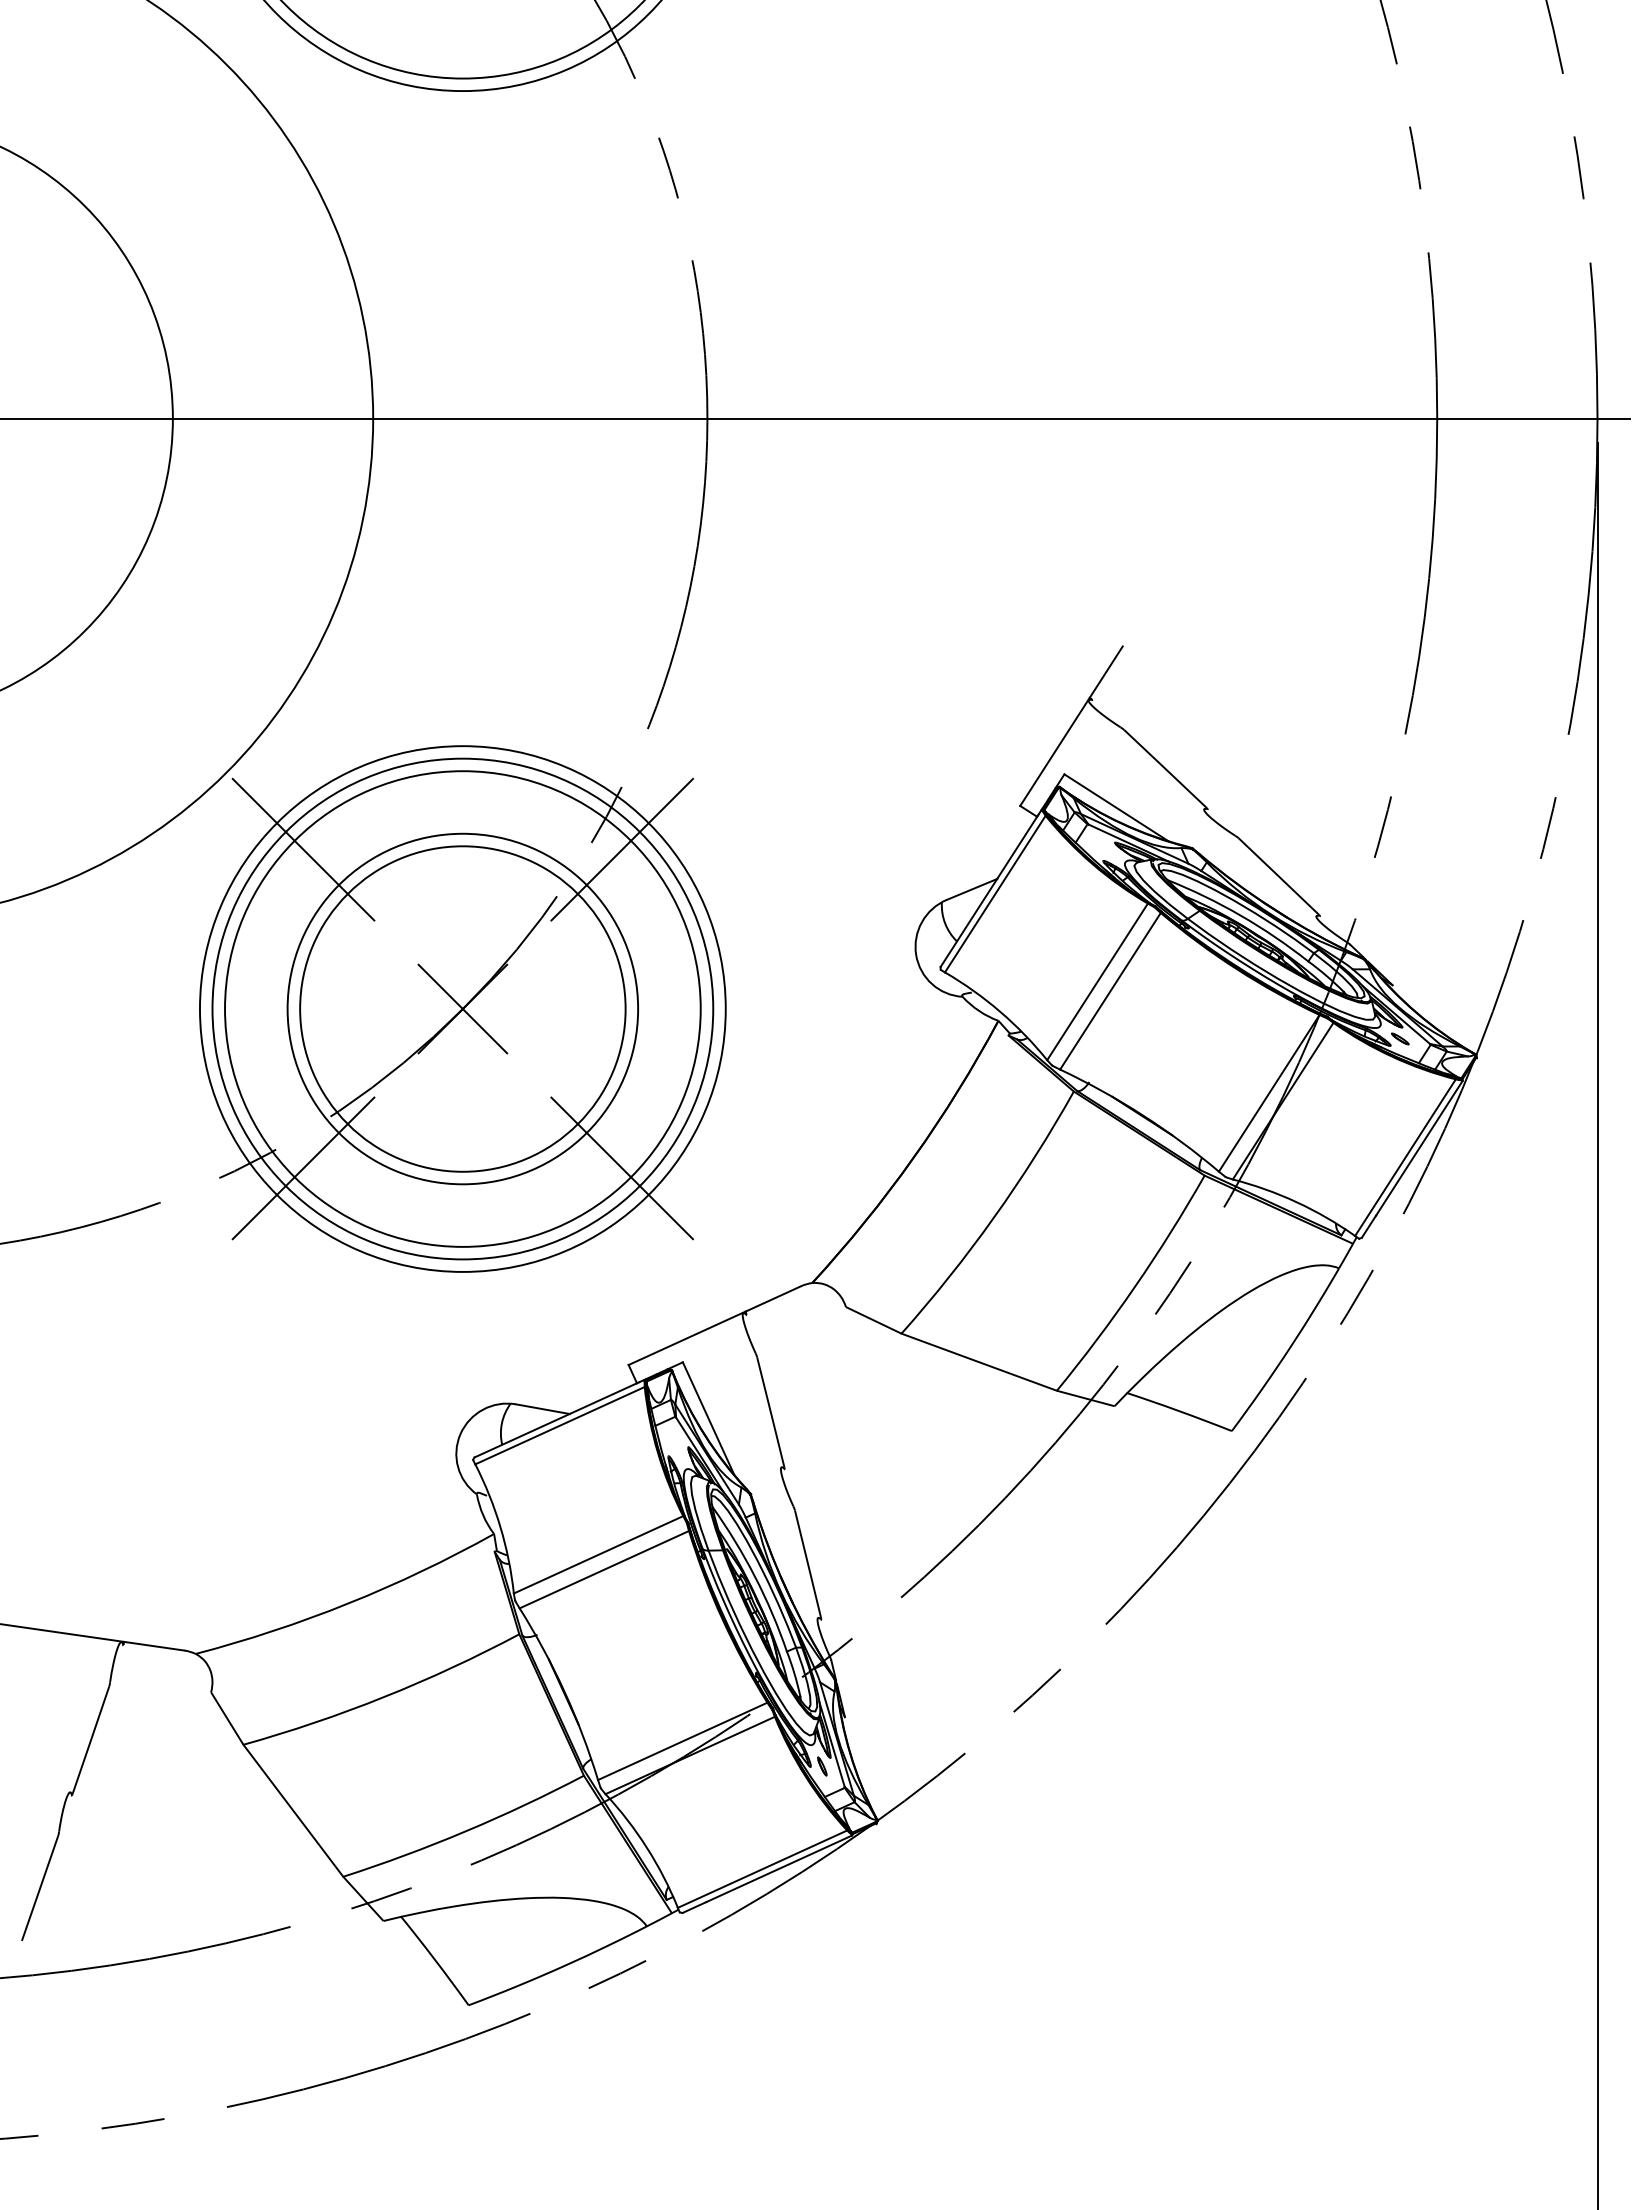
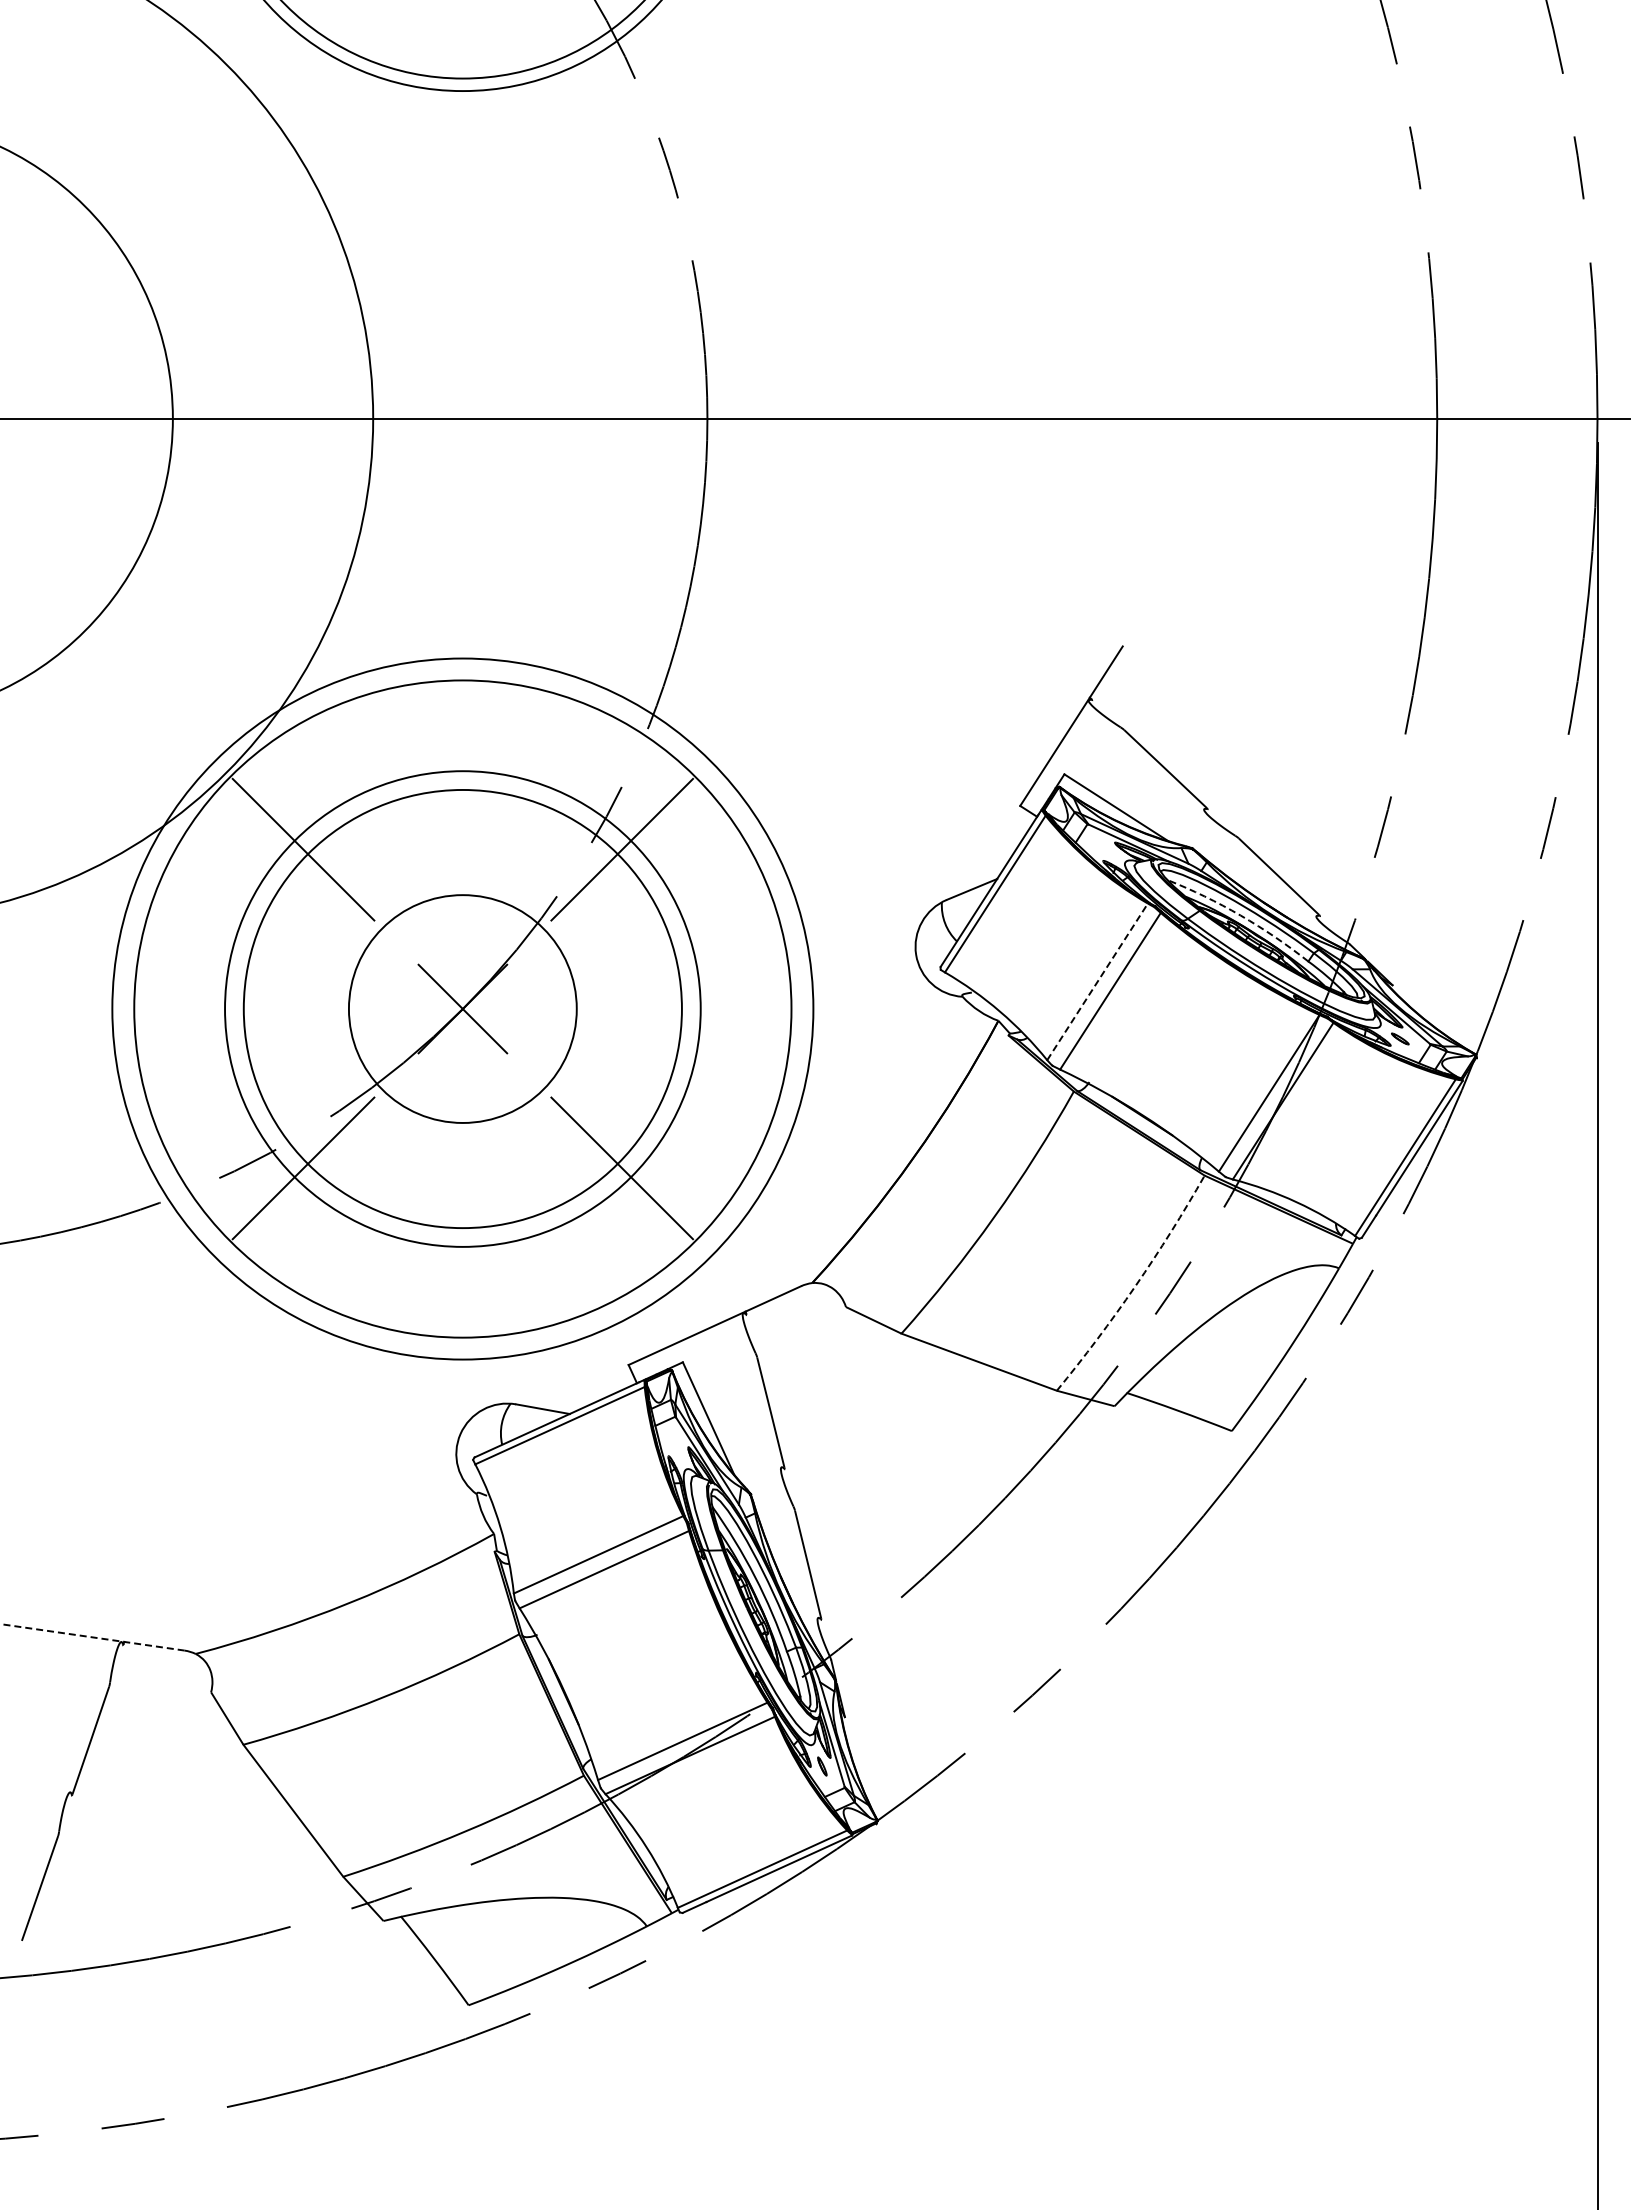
arc at (1240, 915): solid -> dashed
line at (1097, 981): solid -> dashed
circle at (462, 1008) diameter: 325 px -> 228 px
circle at (462, 1008) diameter: 351 px -> 438 px
circle at (462, 1008) diameter: 501 px -> 701 px
circle at (462, 1008) diameter: 526 px -> 657 px
arc at (1135, 1286): solid -> dashed
line at (92, 1637): solid -> dashed
